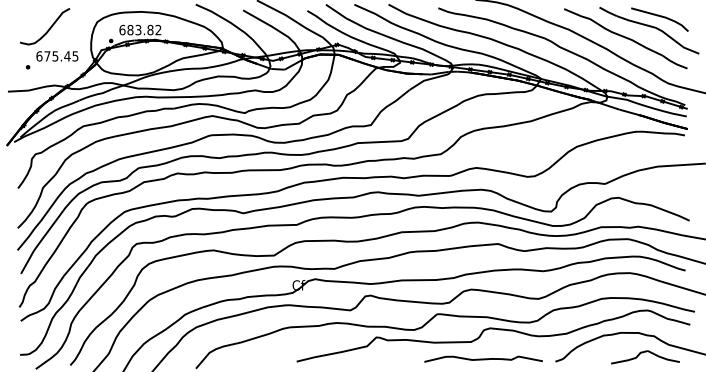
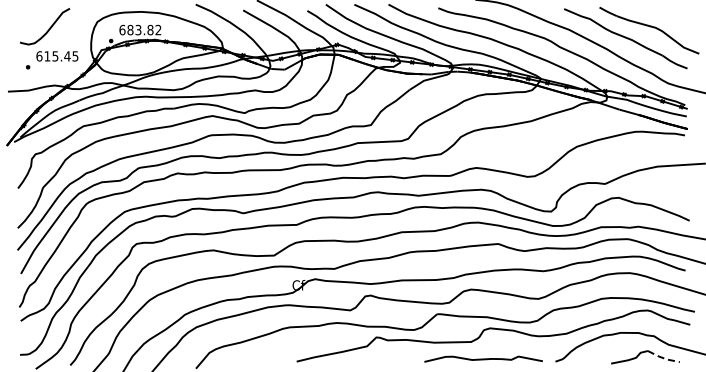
line at (660, 17): present -> none
text at (47, 56): 675.45 -> 615.45
line at (663, 358): solid -> dashed
